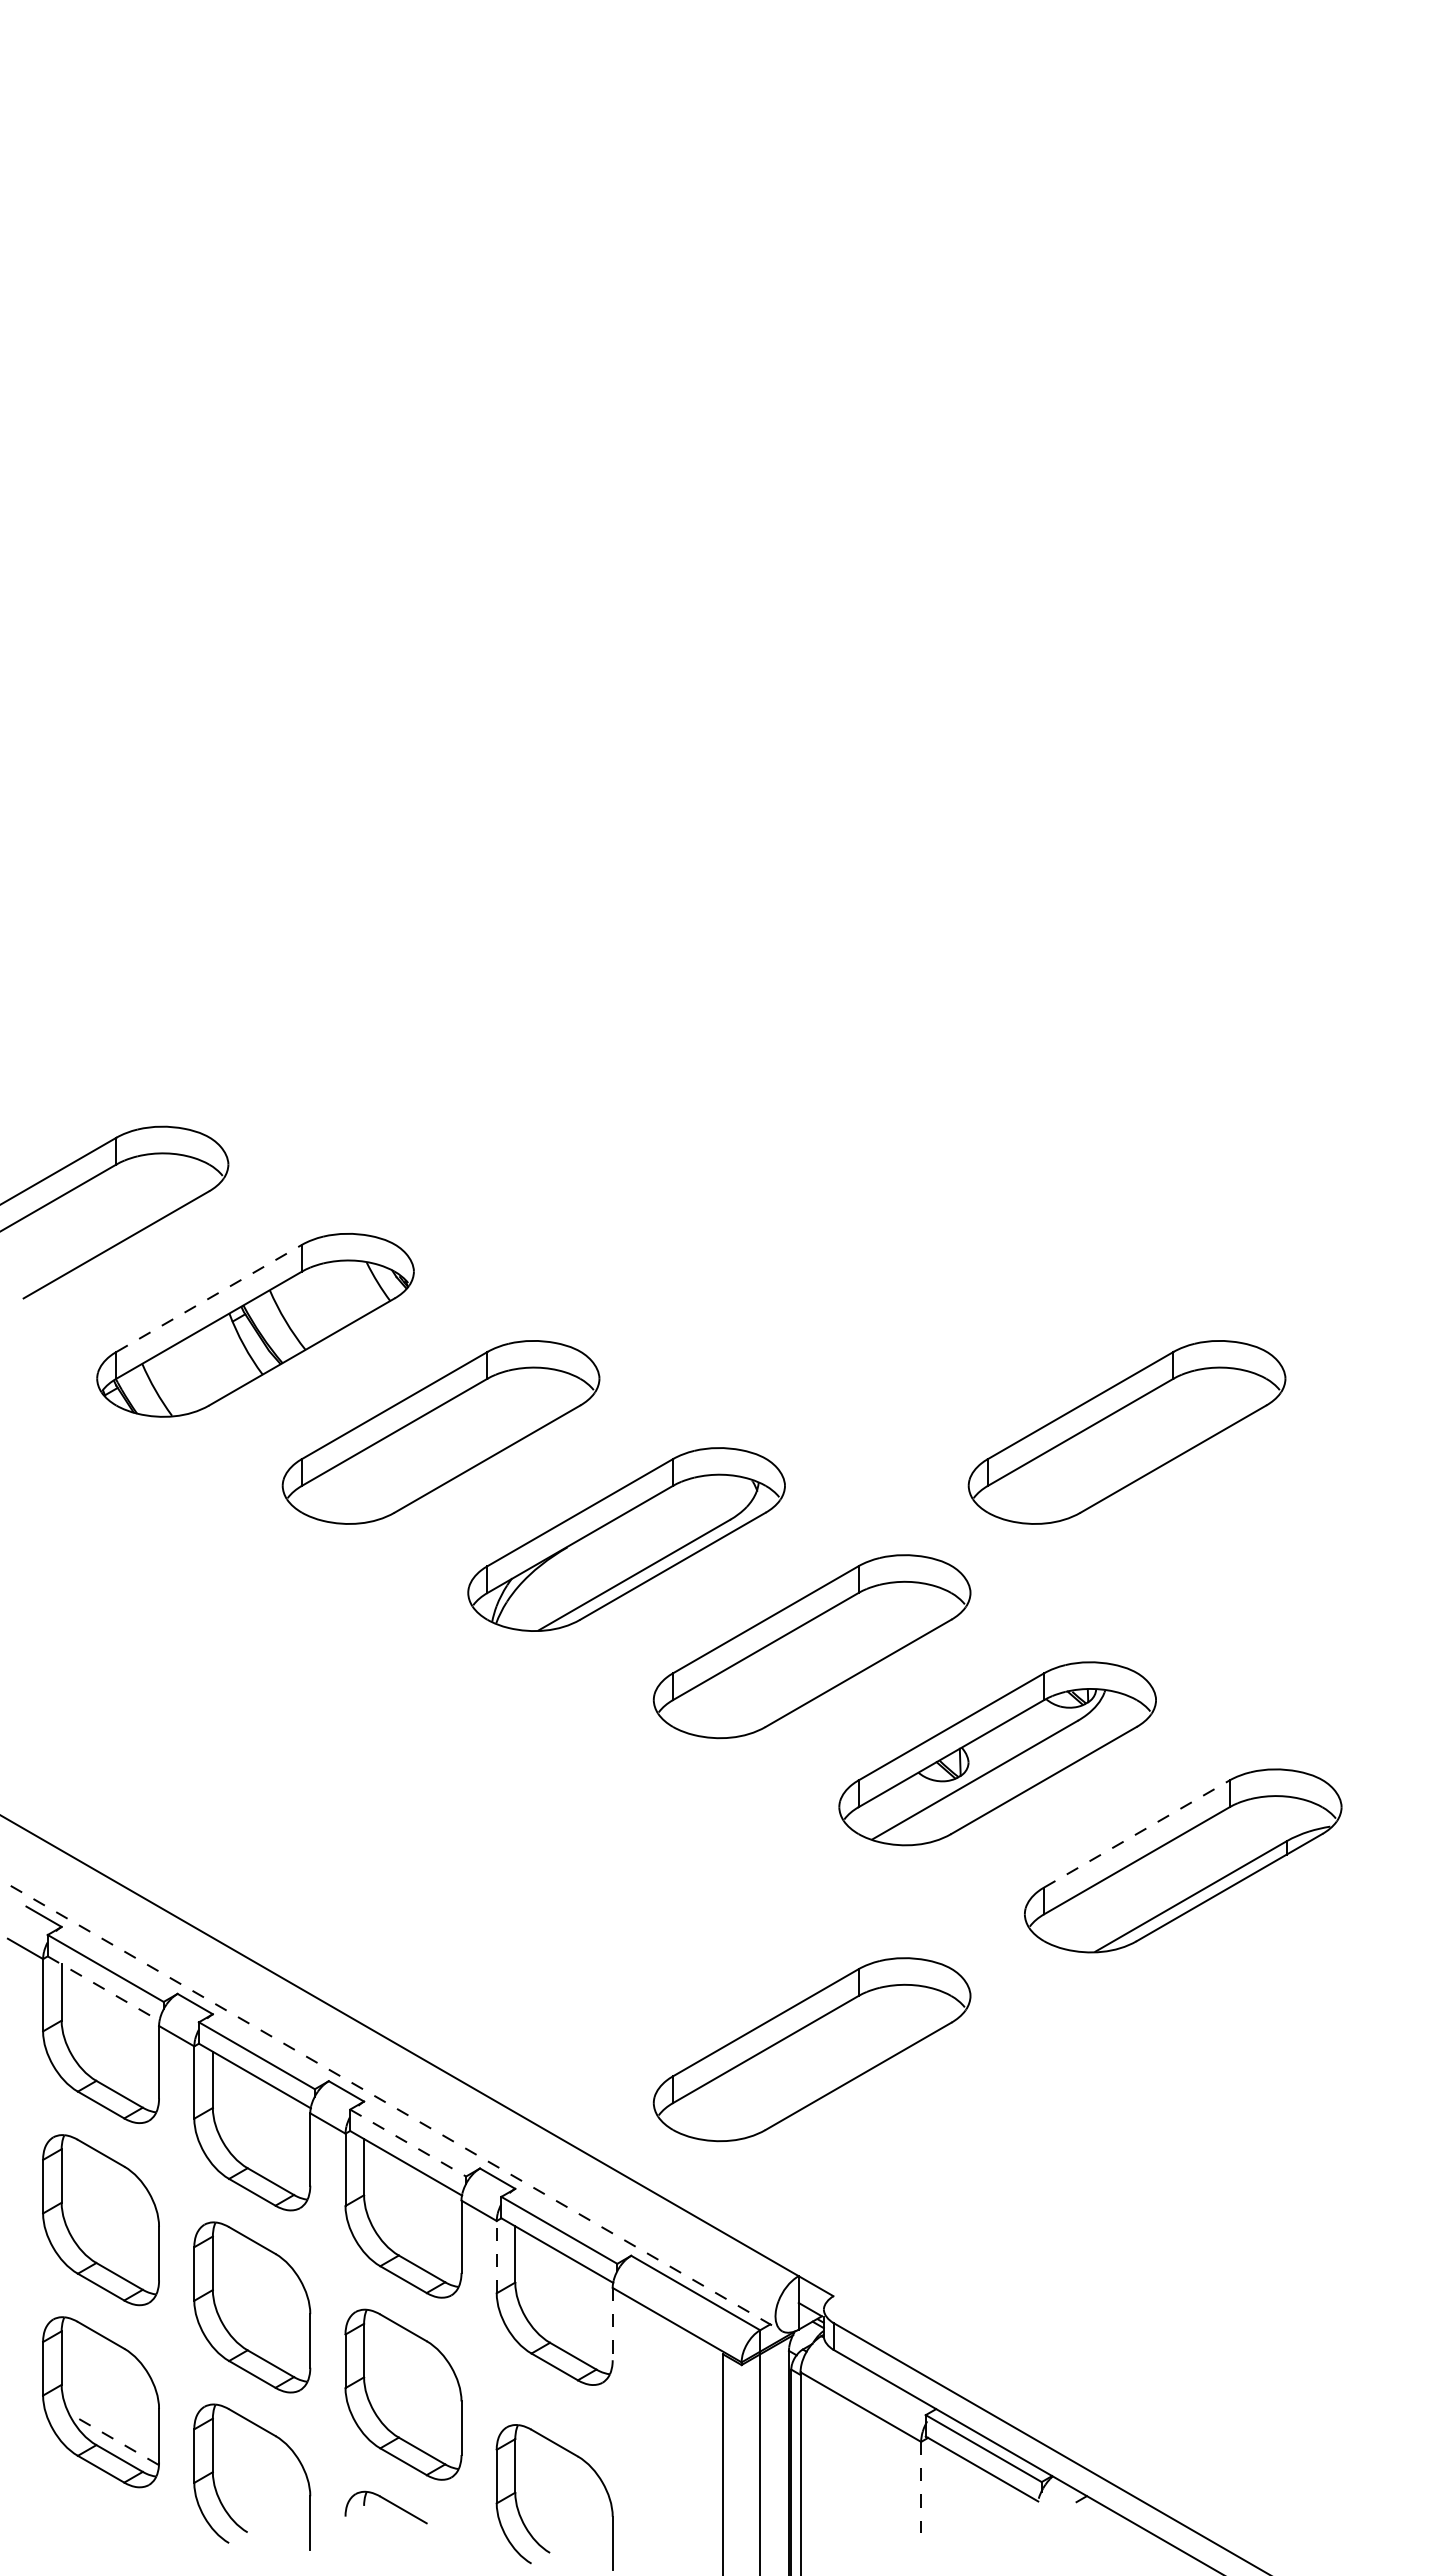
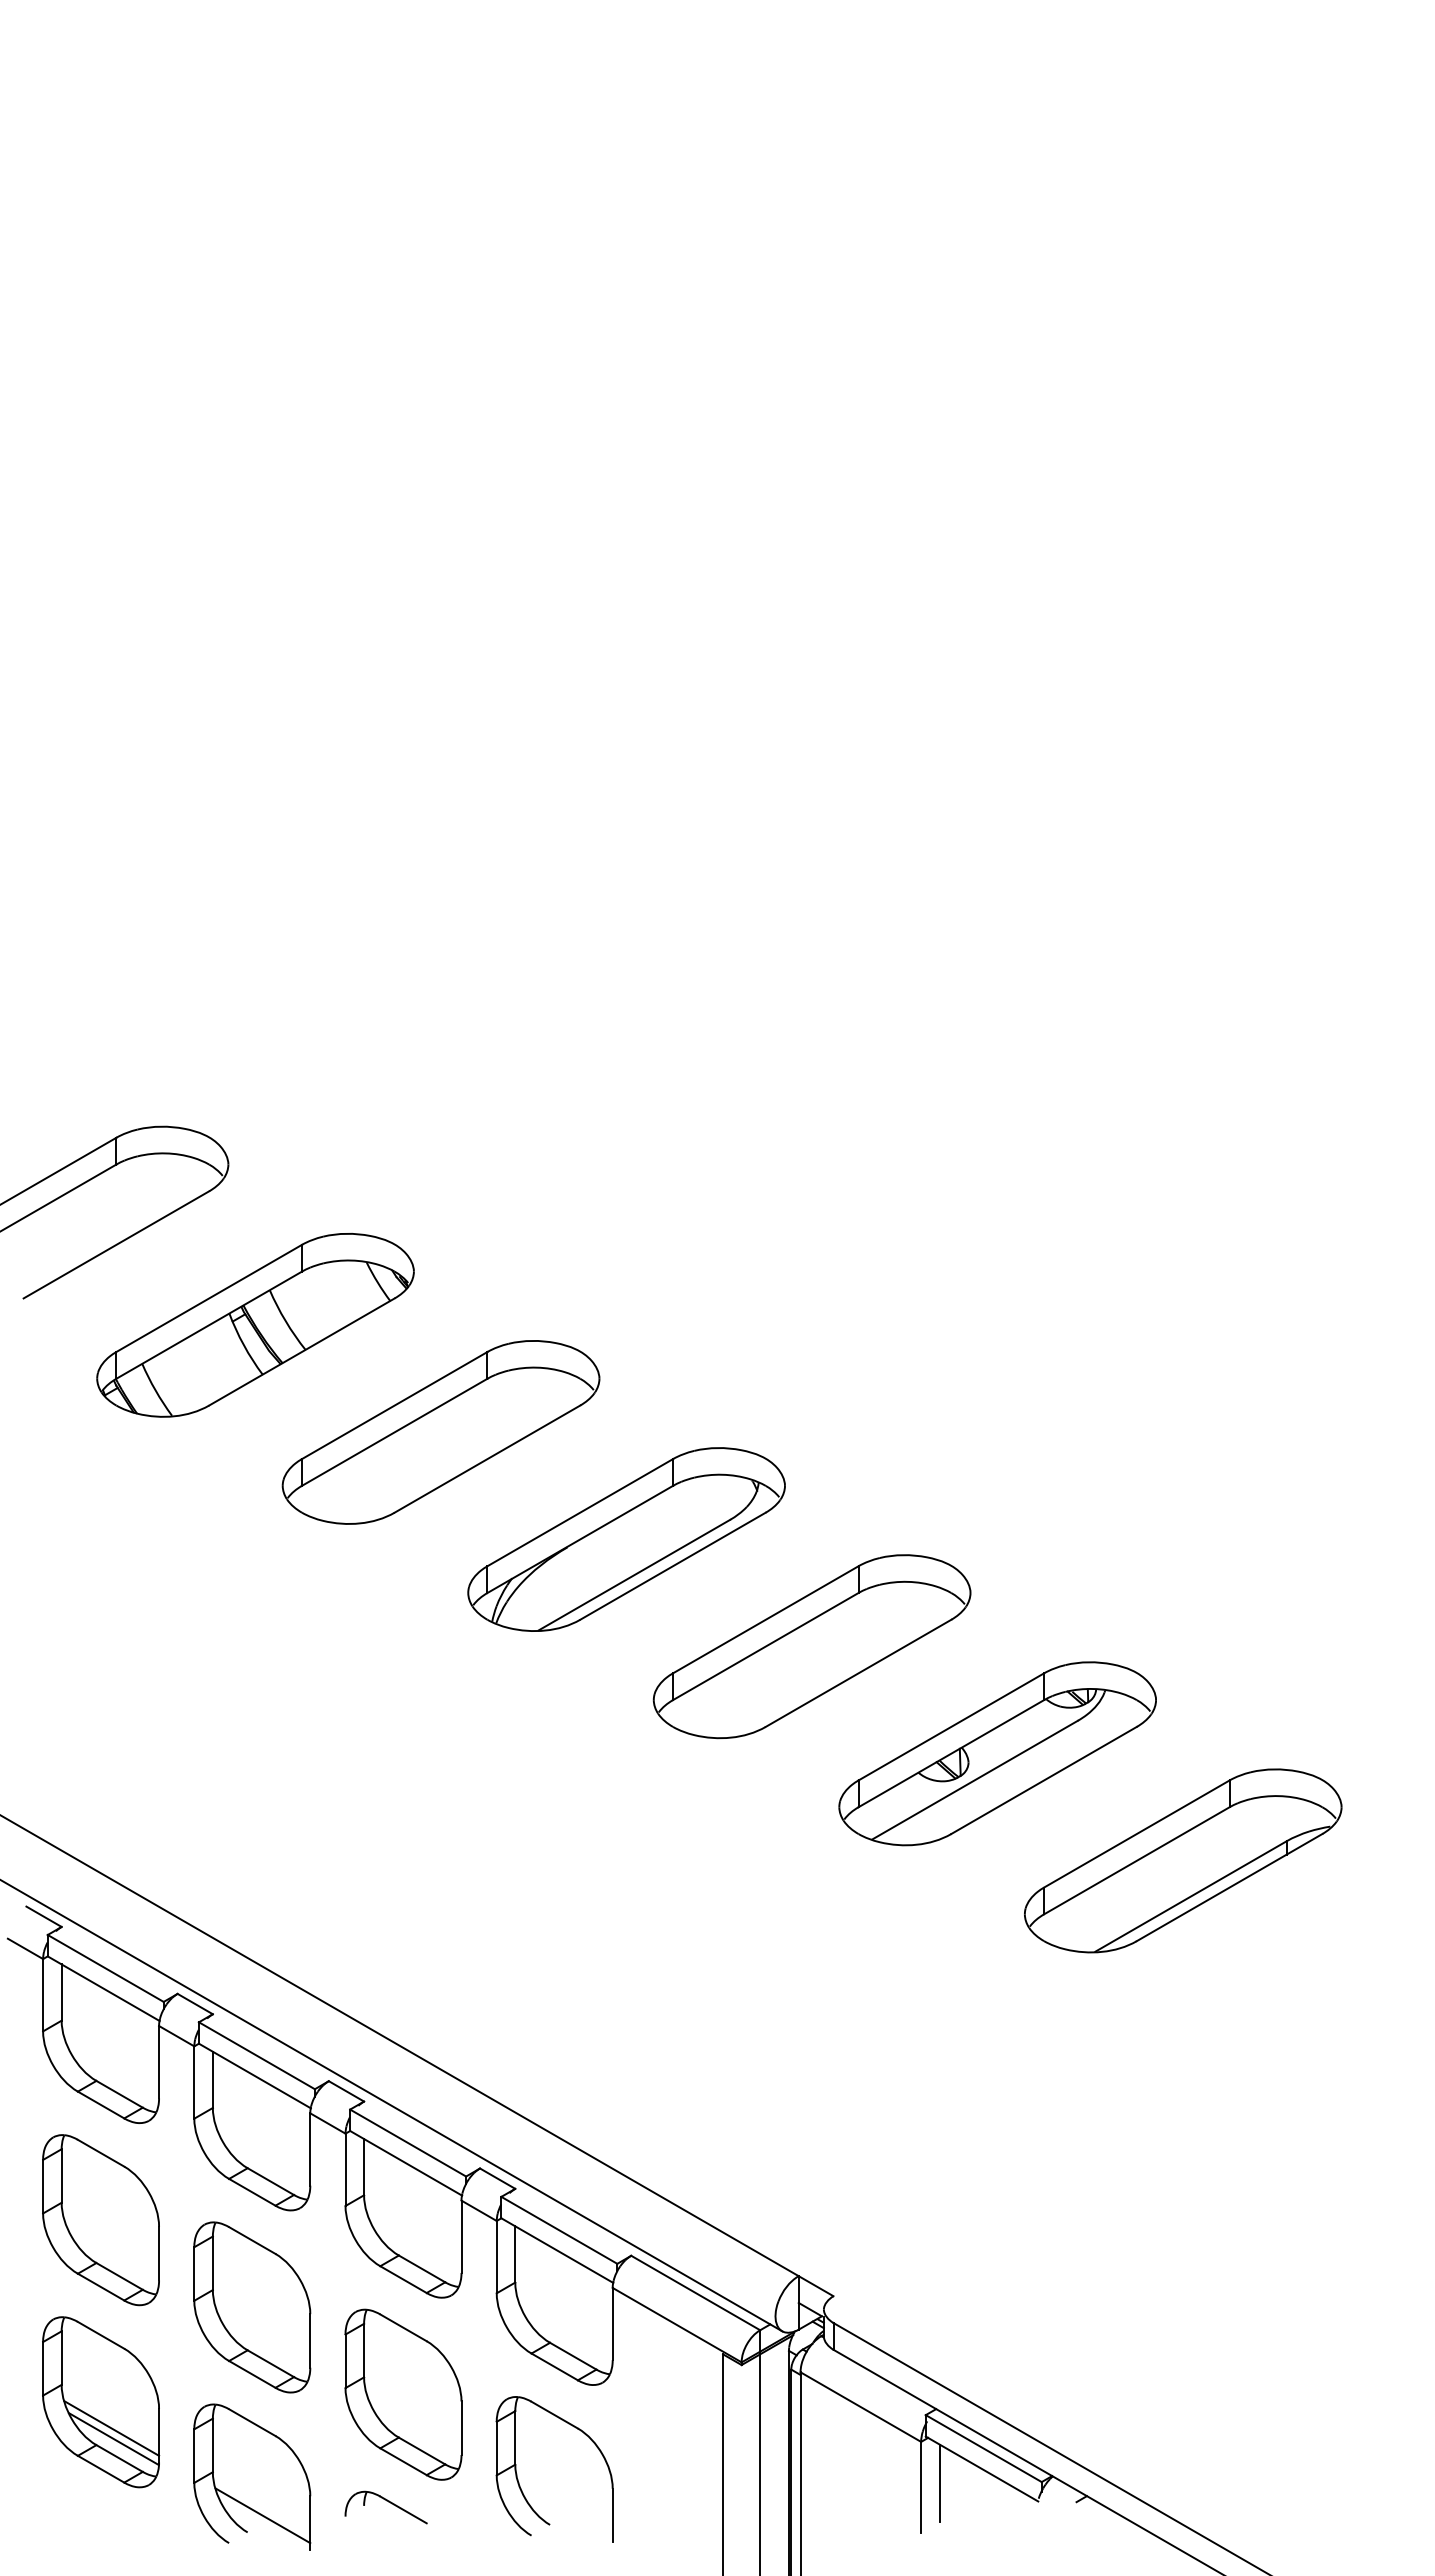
line at (209, 1298): dashed -> solid
part at (1126, 1432): present -> none
line at (1137, 1833): dashed -> solid
line at (103, 1988): dashed -> solid
part at (811, 2049): present -> none
line at (391, 2105): dashed -> solid
line at (408, 2143): dashed -> solid
line at (496, 2256): dashed -> solid
line at (612, 2324): dashed -> solid
line at (111, 2428): none -> present
line at (113, 2439): dashed -> solid
line at (939, 2483): none -> present
line at (921, 2487): dashed -> solid
part at (517, 2501) position: (517, 2501) -> (517, 2473)
line at (262, 2515): none -> present
